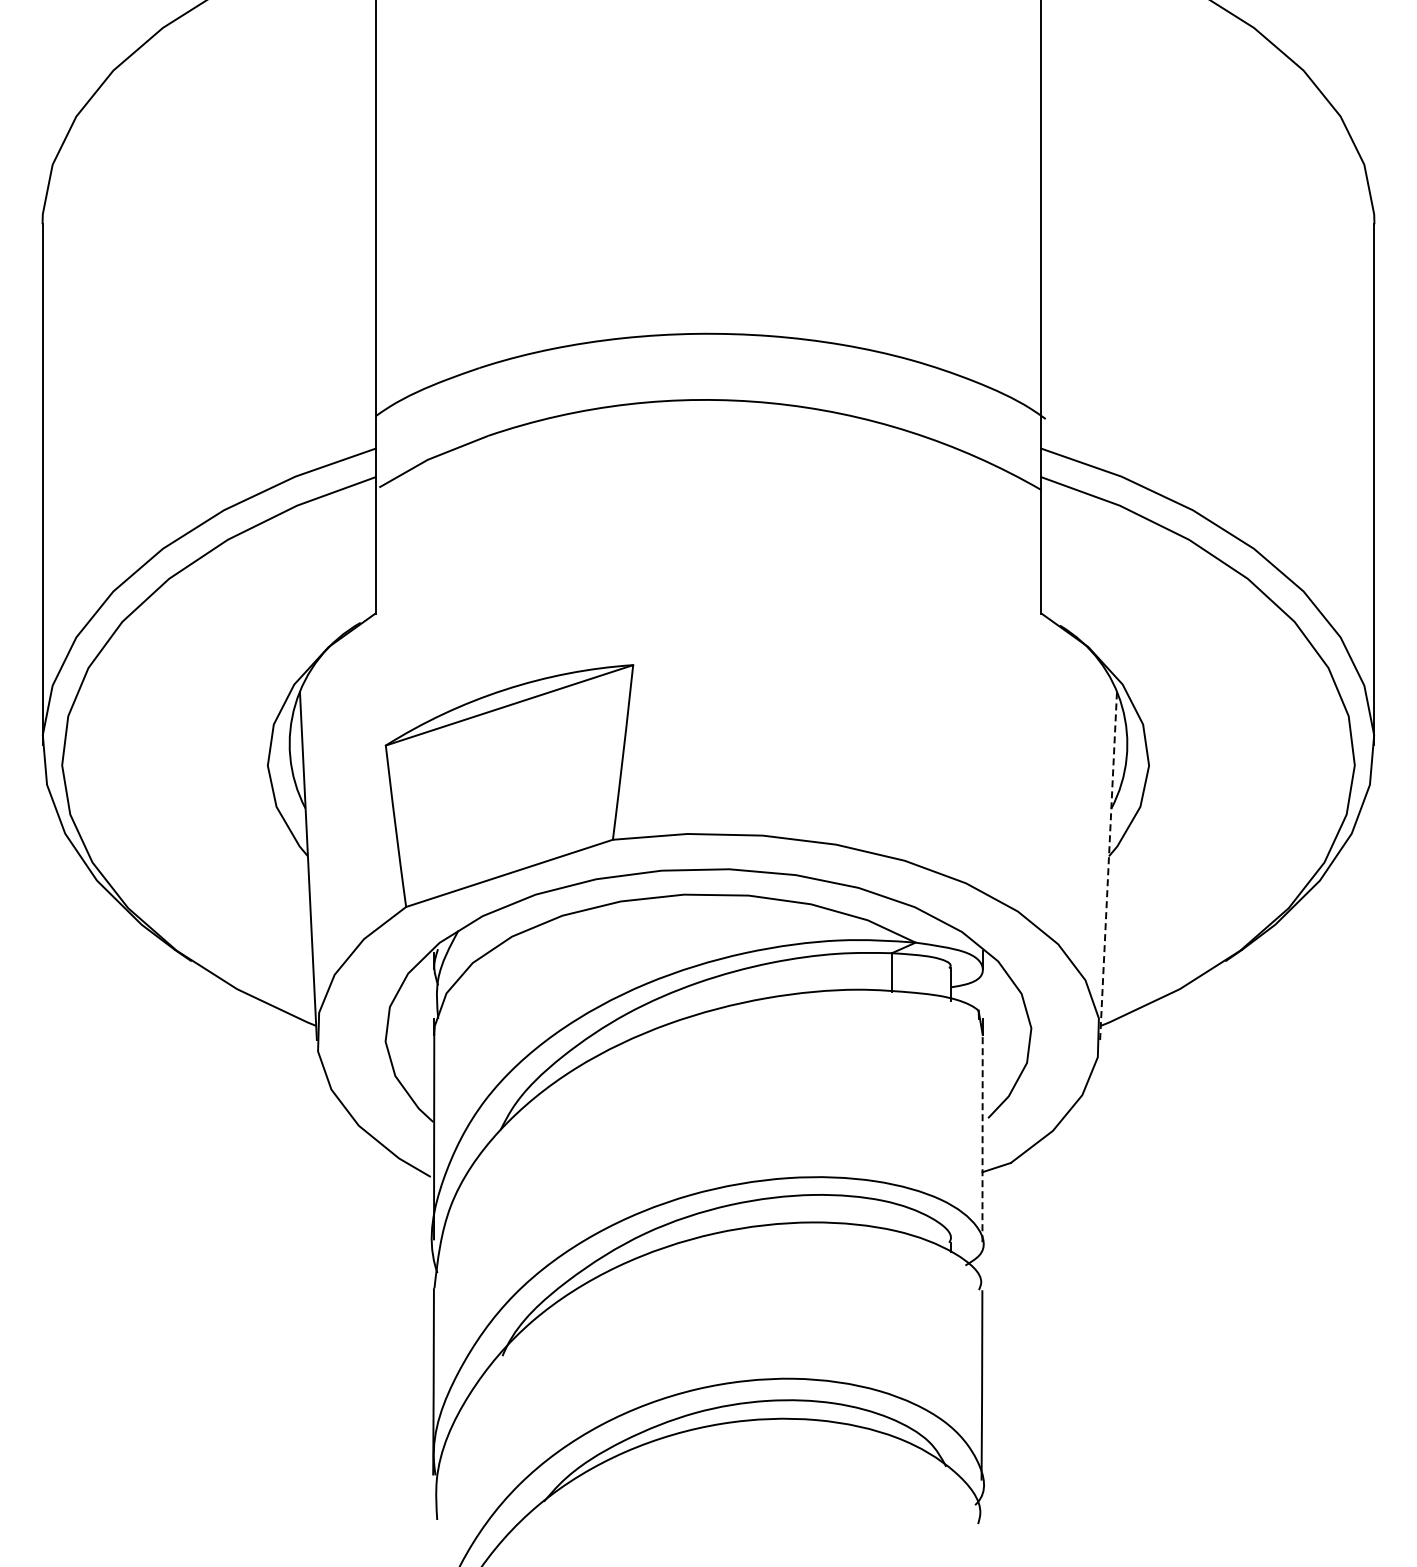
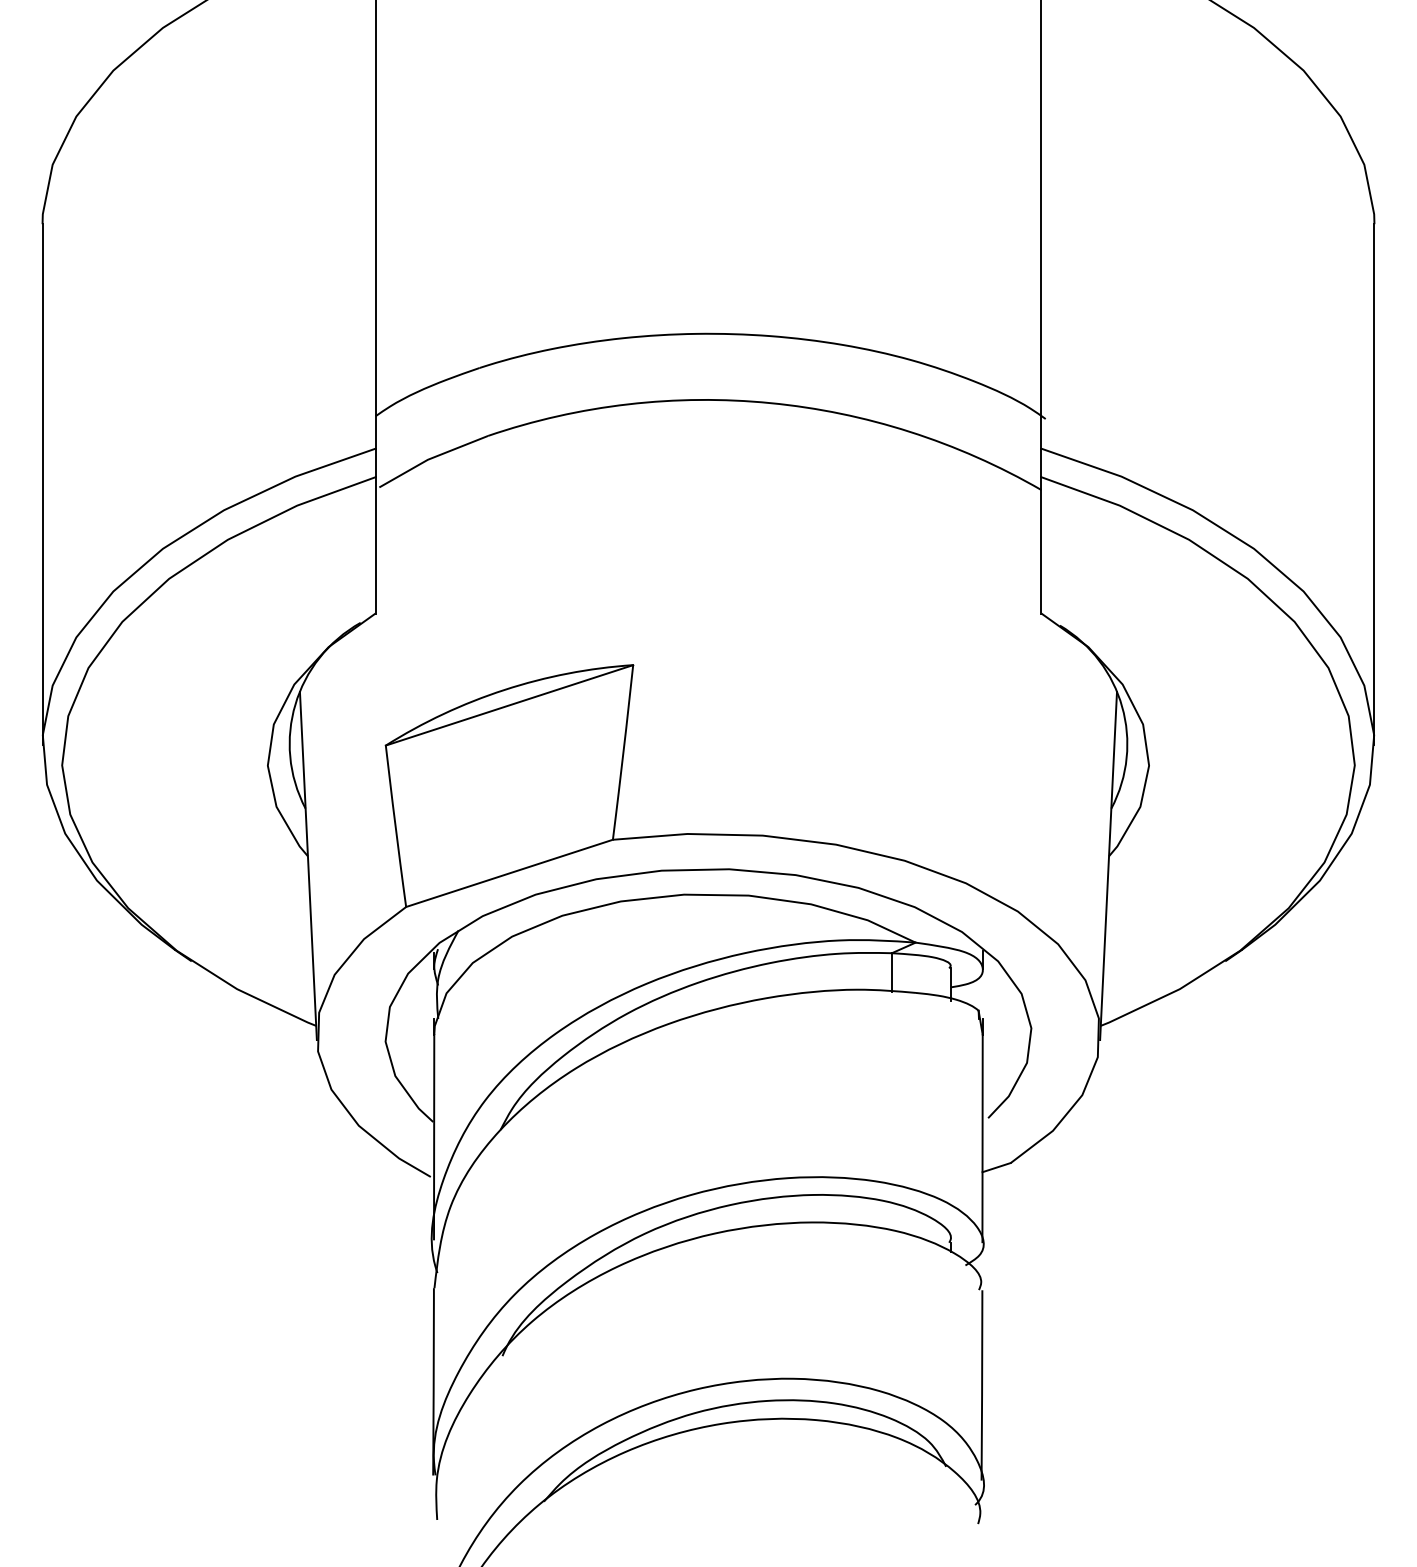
line at (1108, 865): dashed -> solid
line at (982, 1138): dashed -> solid
